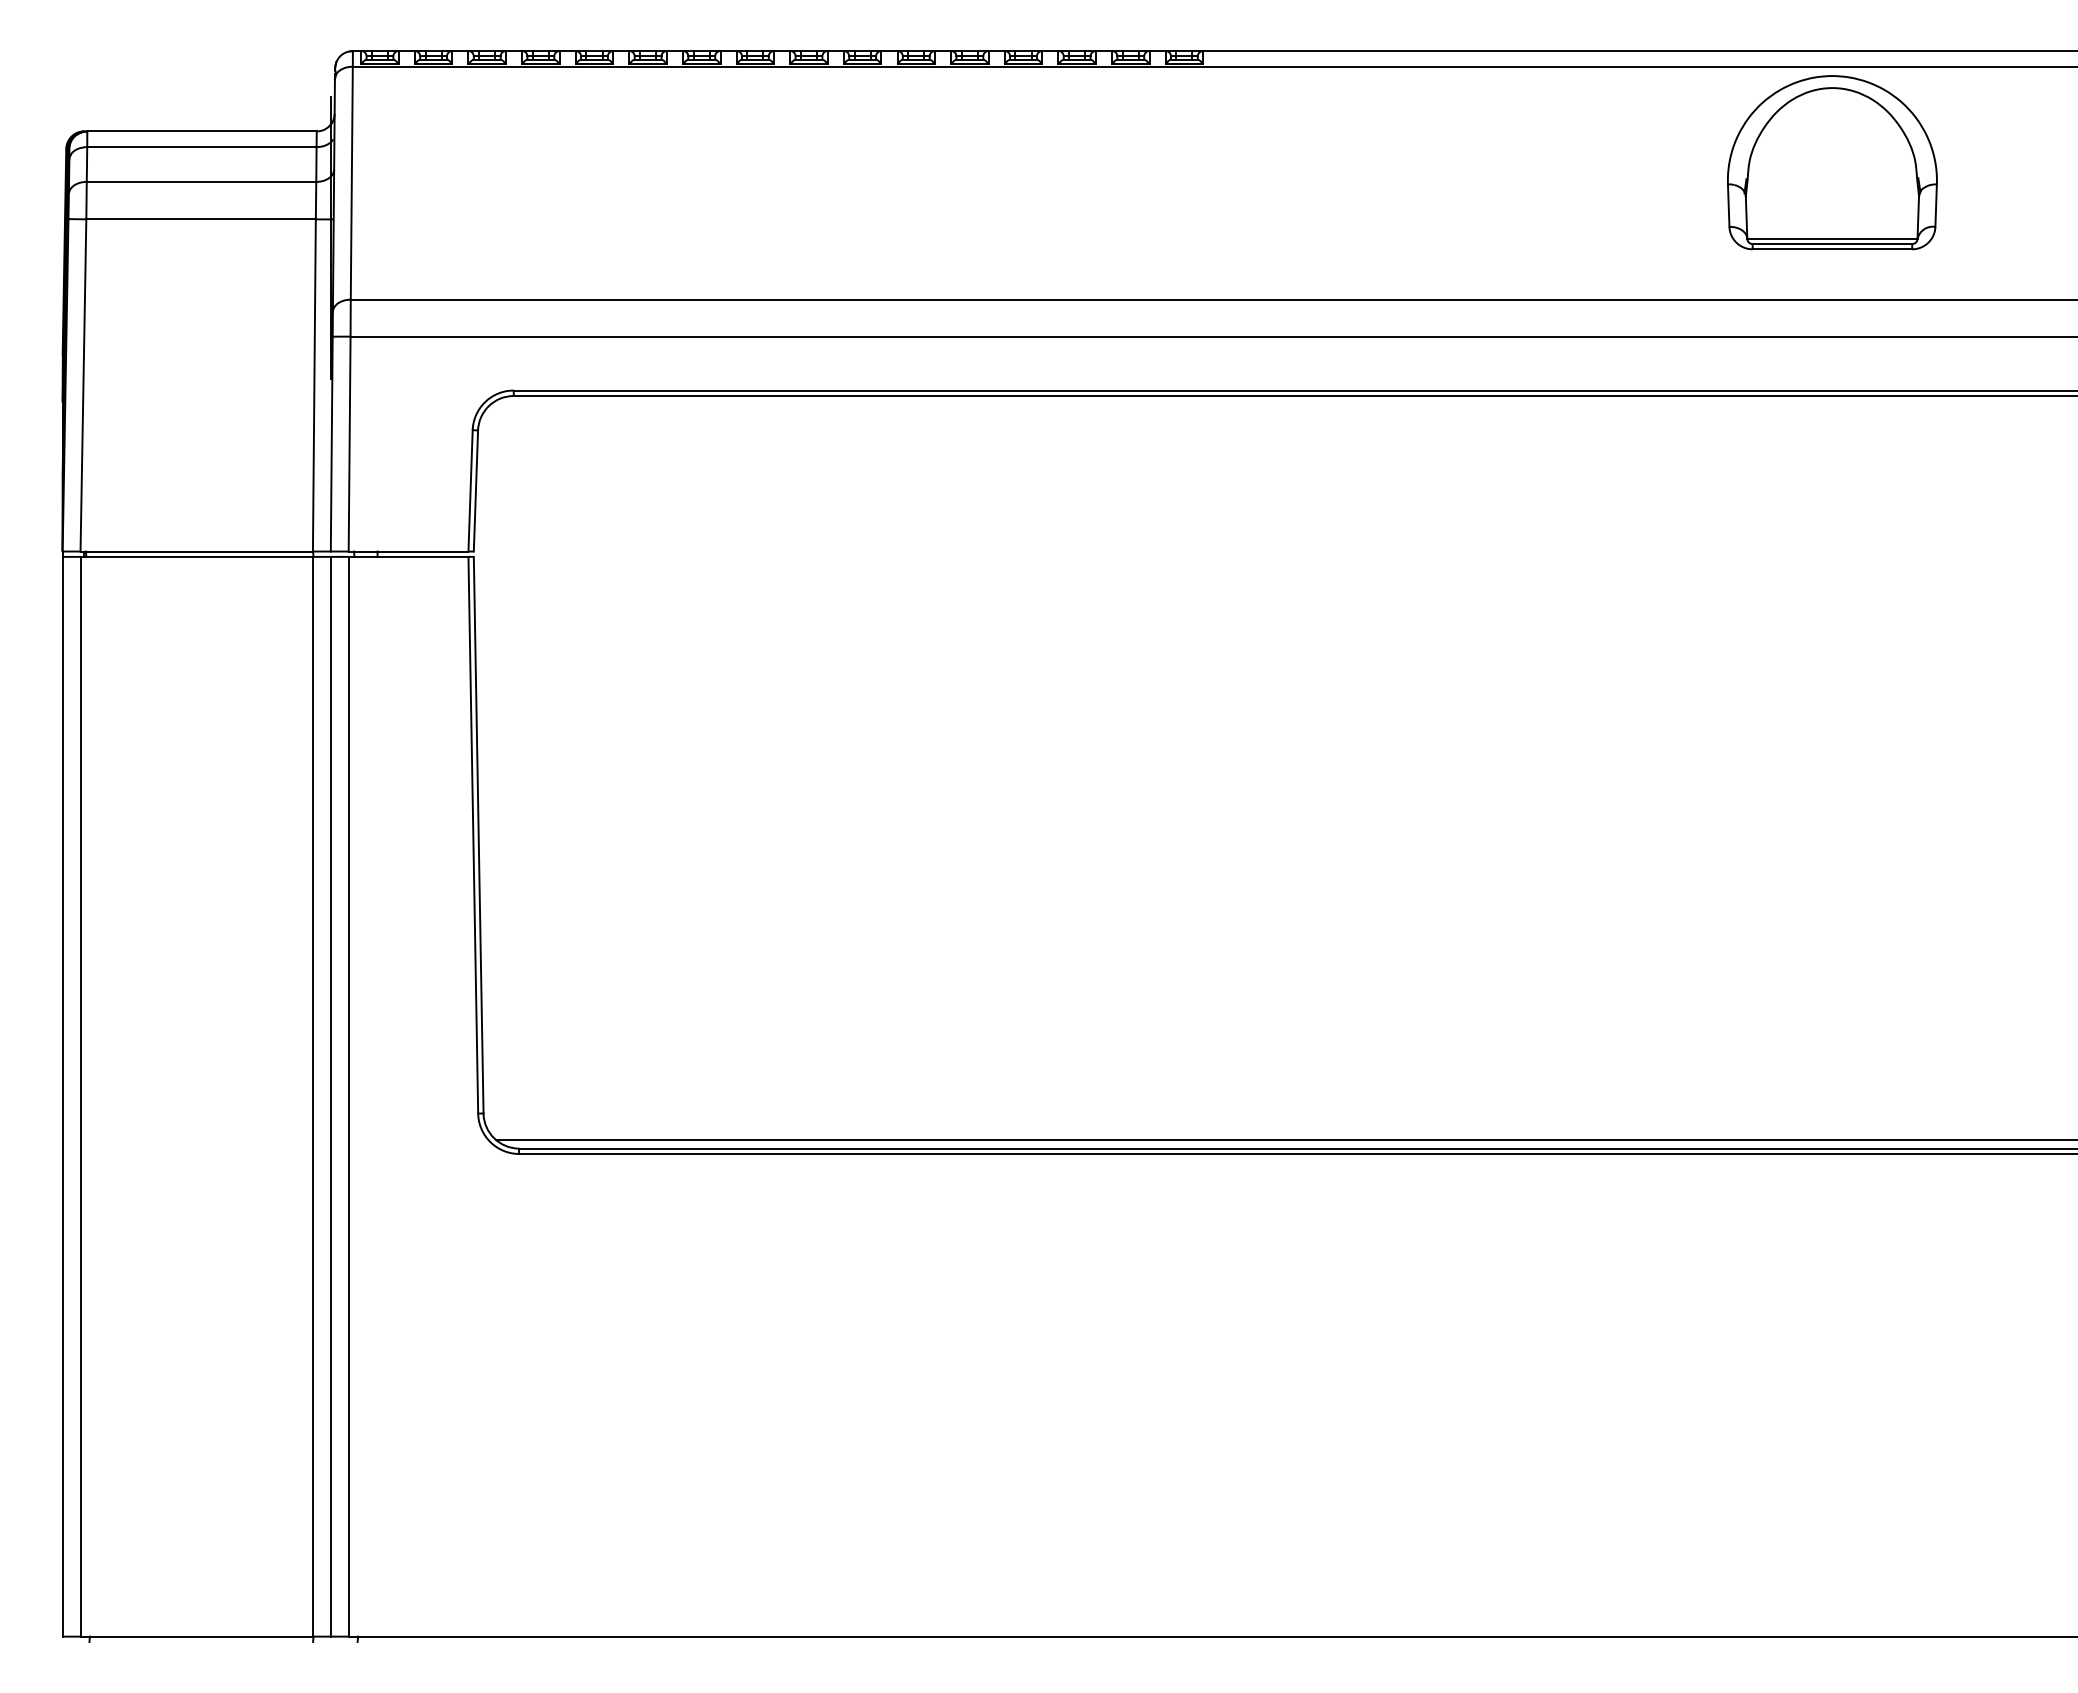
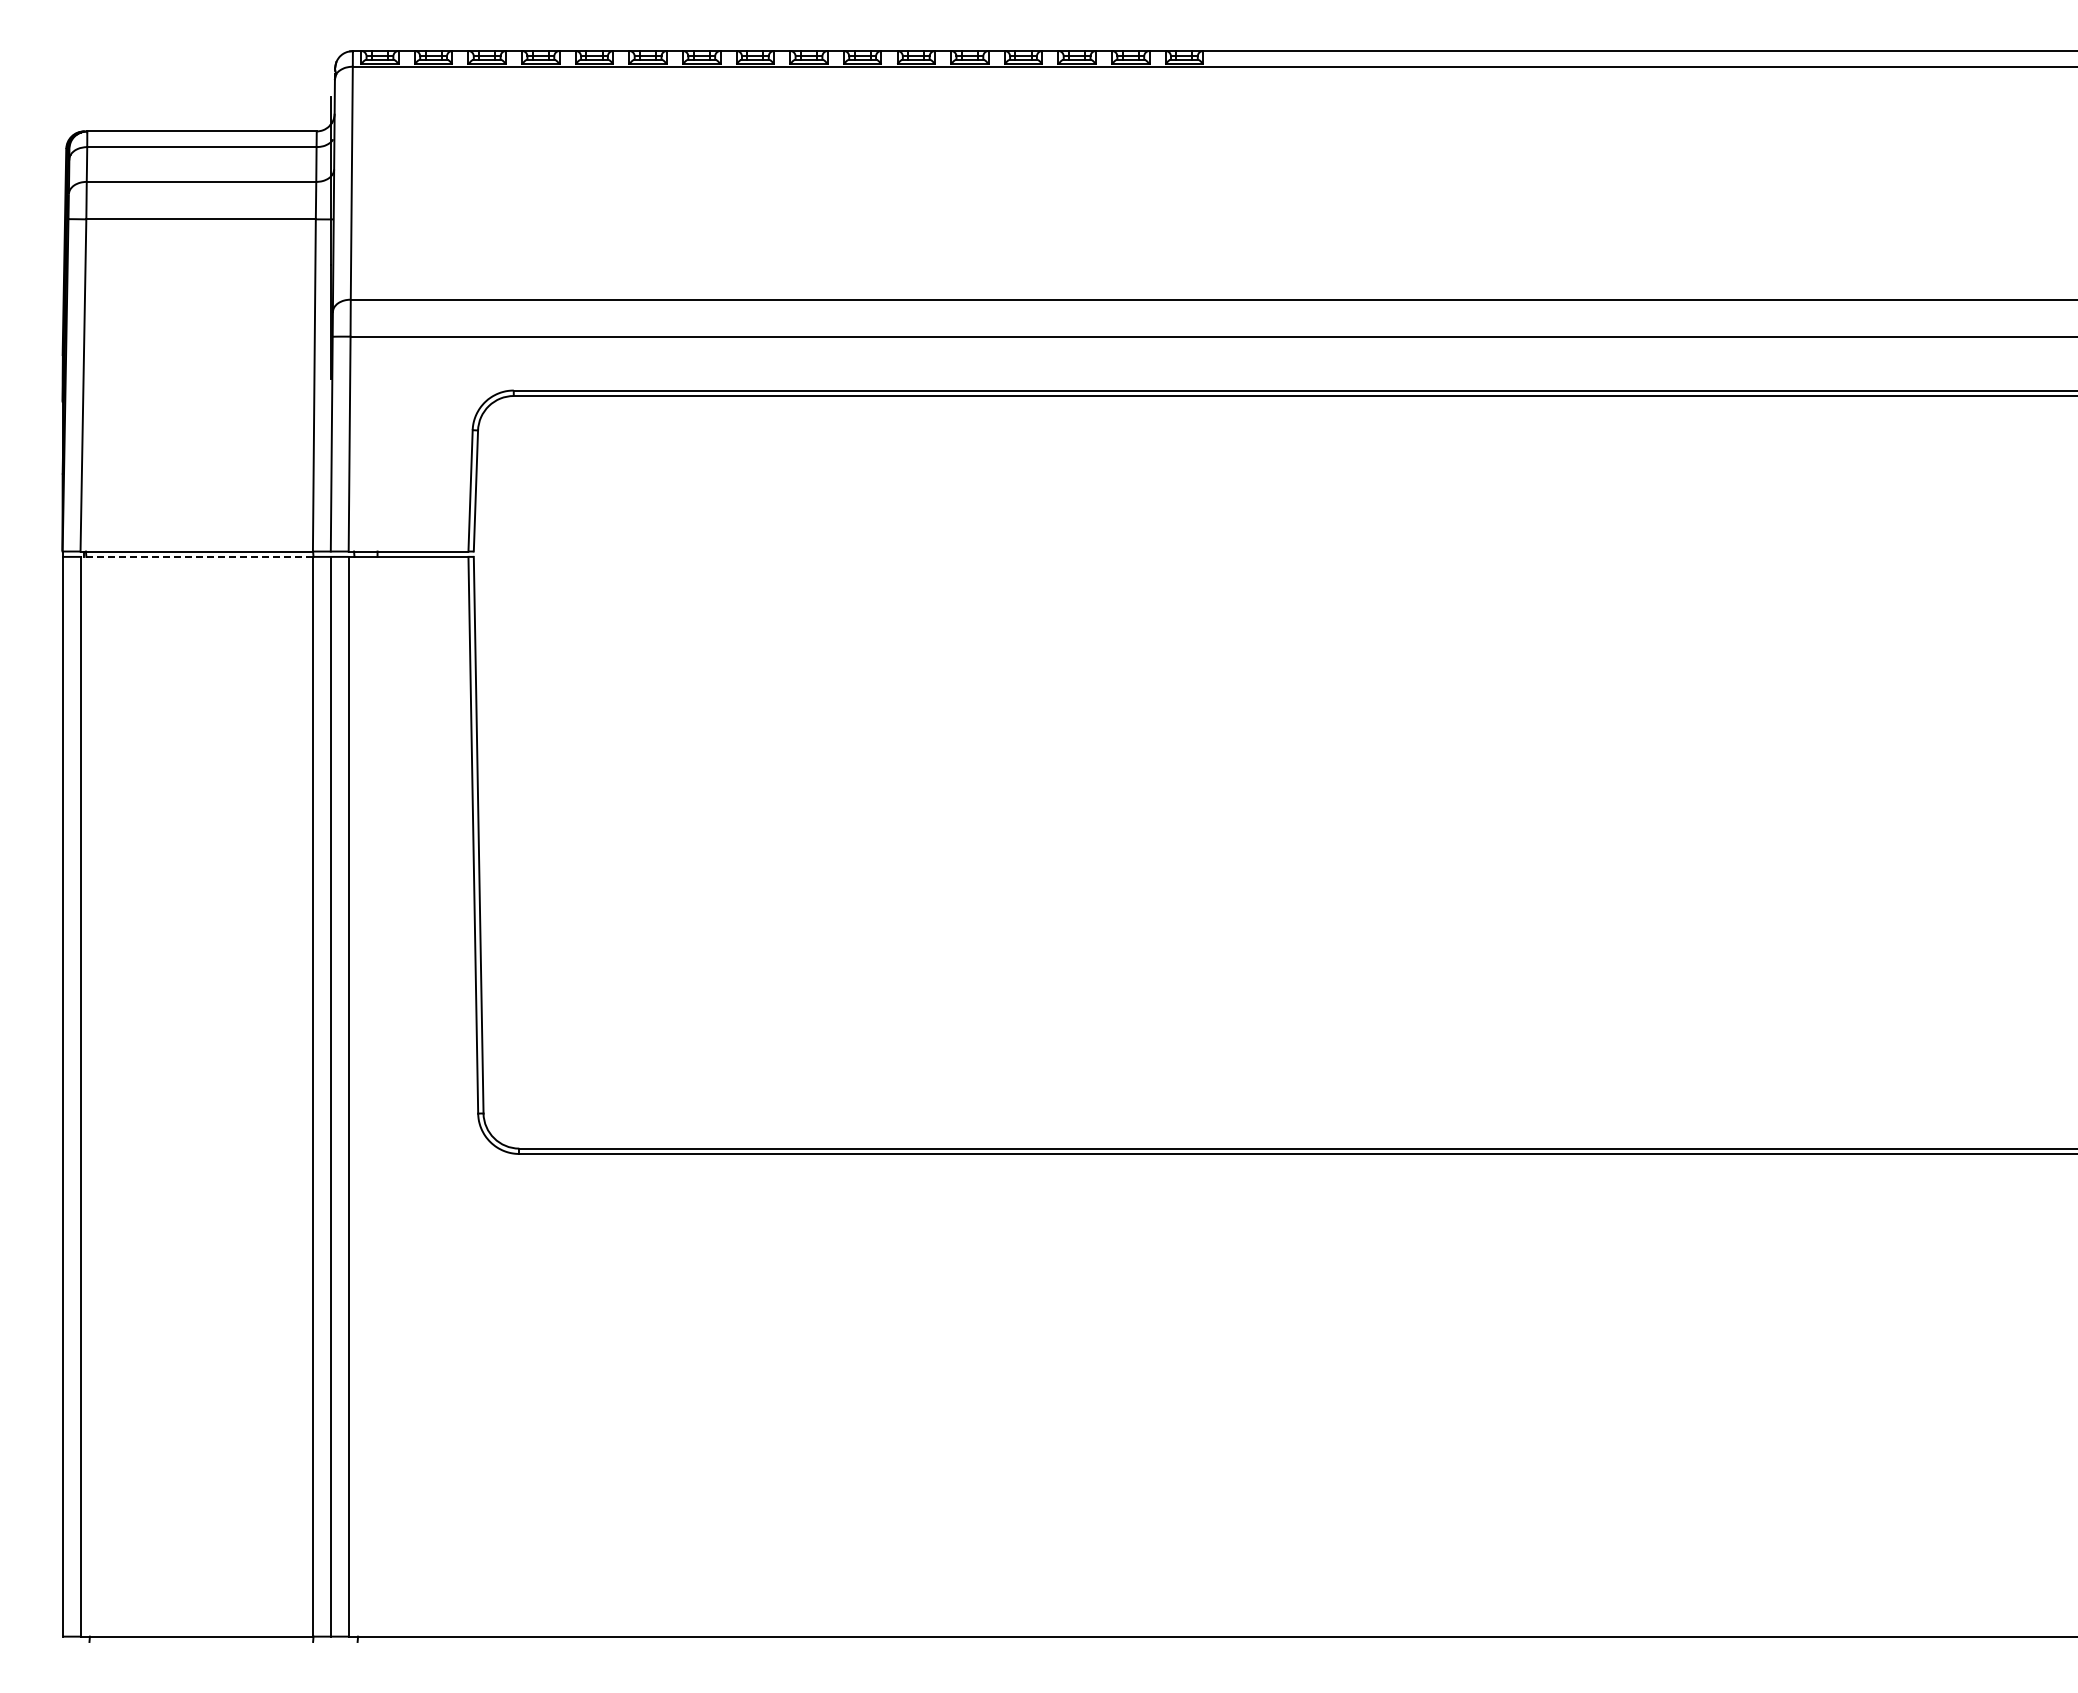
part at (1832, 162): present -> none
line at (196, 556): solid -> dashed
line at (1285, 1139): present -> none
